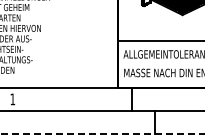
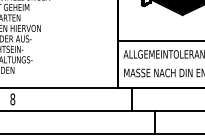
text at (12, 99): 1 -> 8
line at (102, 134): dashed -> solid
